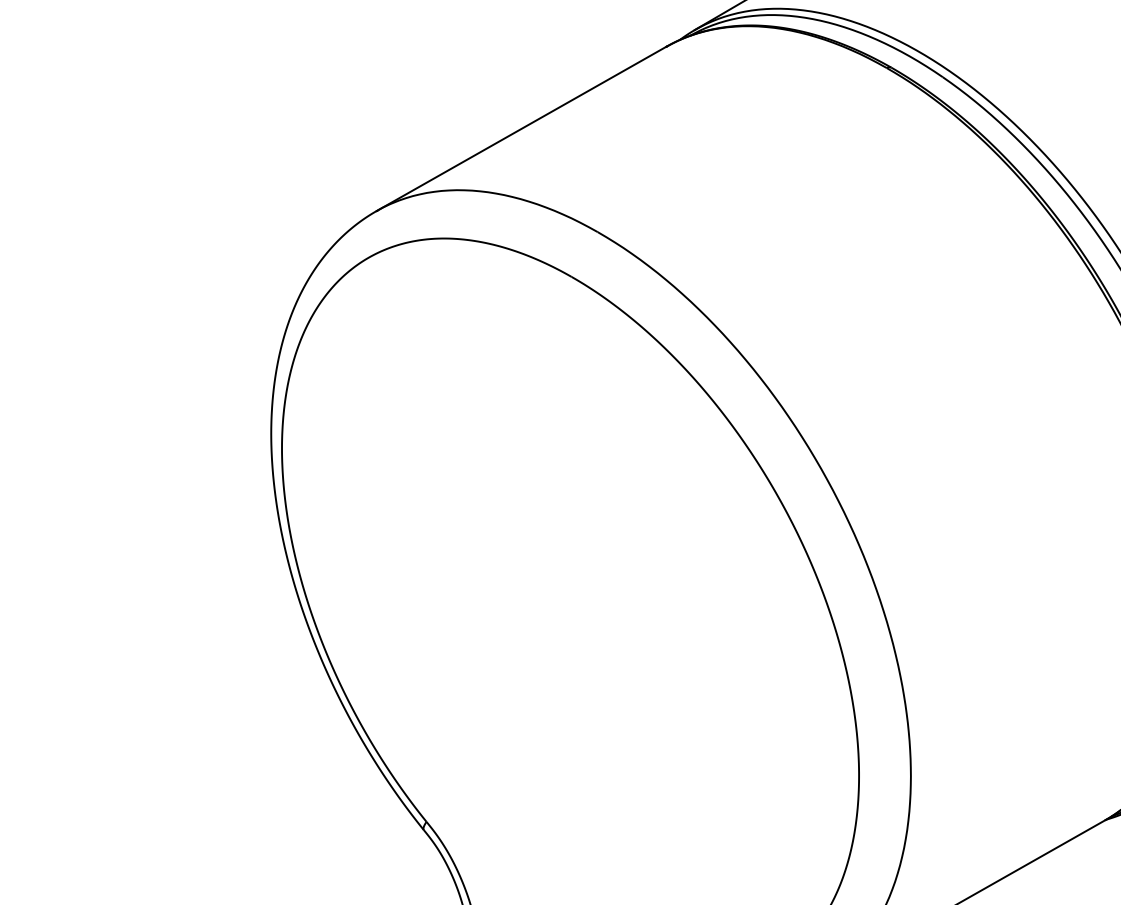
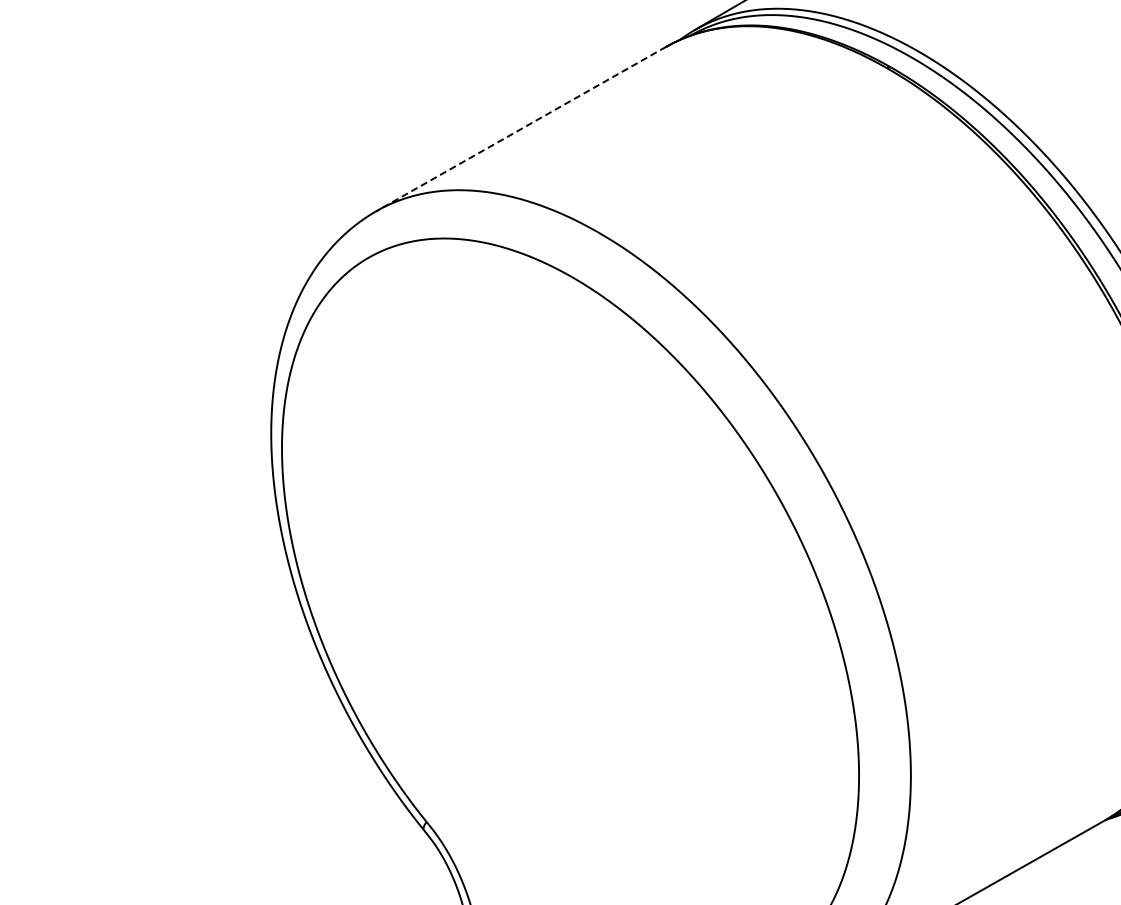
line at (521, 129): solid -> dashed
